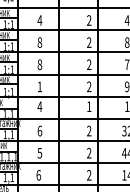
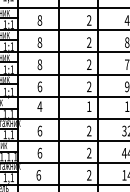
text at (39, 20): 4 -> 8
text at (39, 86): 1 -> 6
text at (39, 152): 5 -> 6
